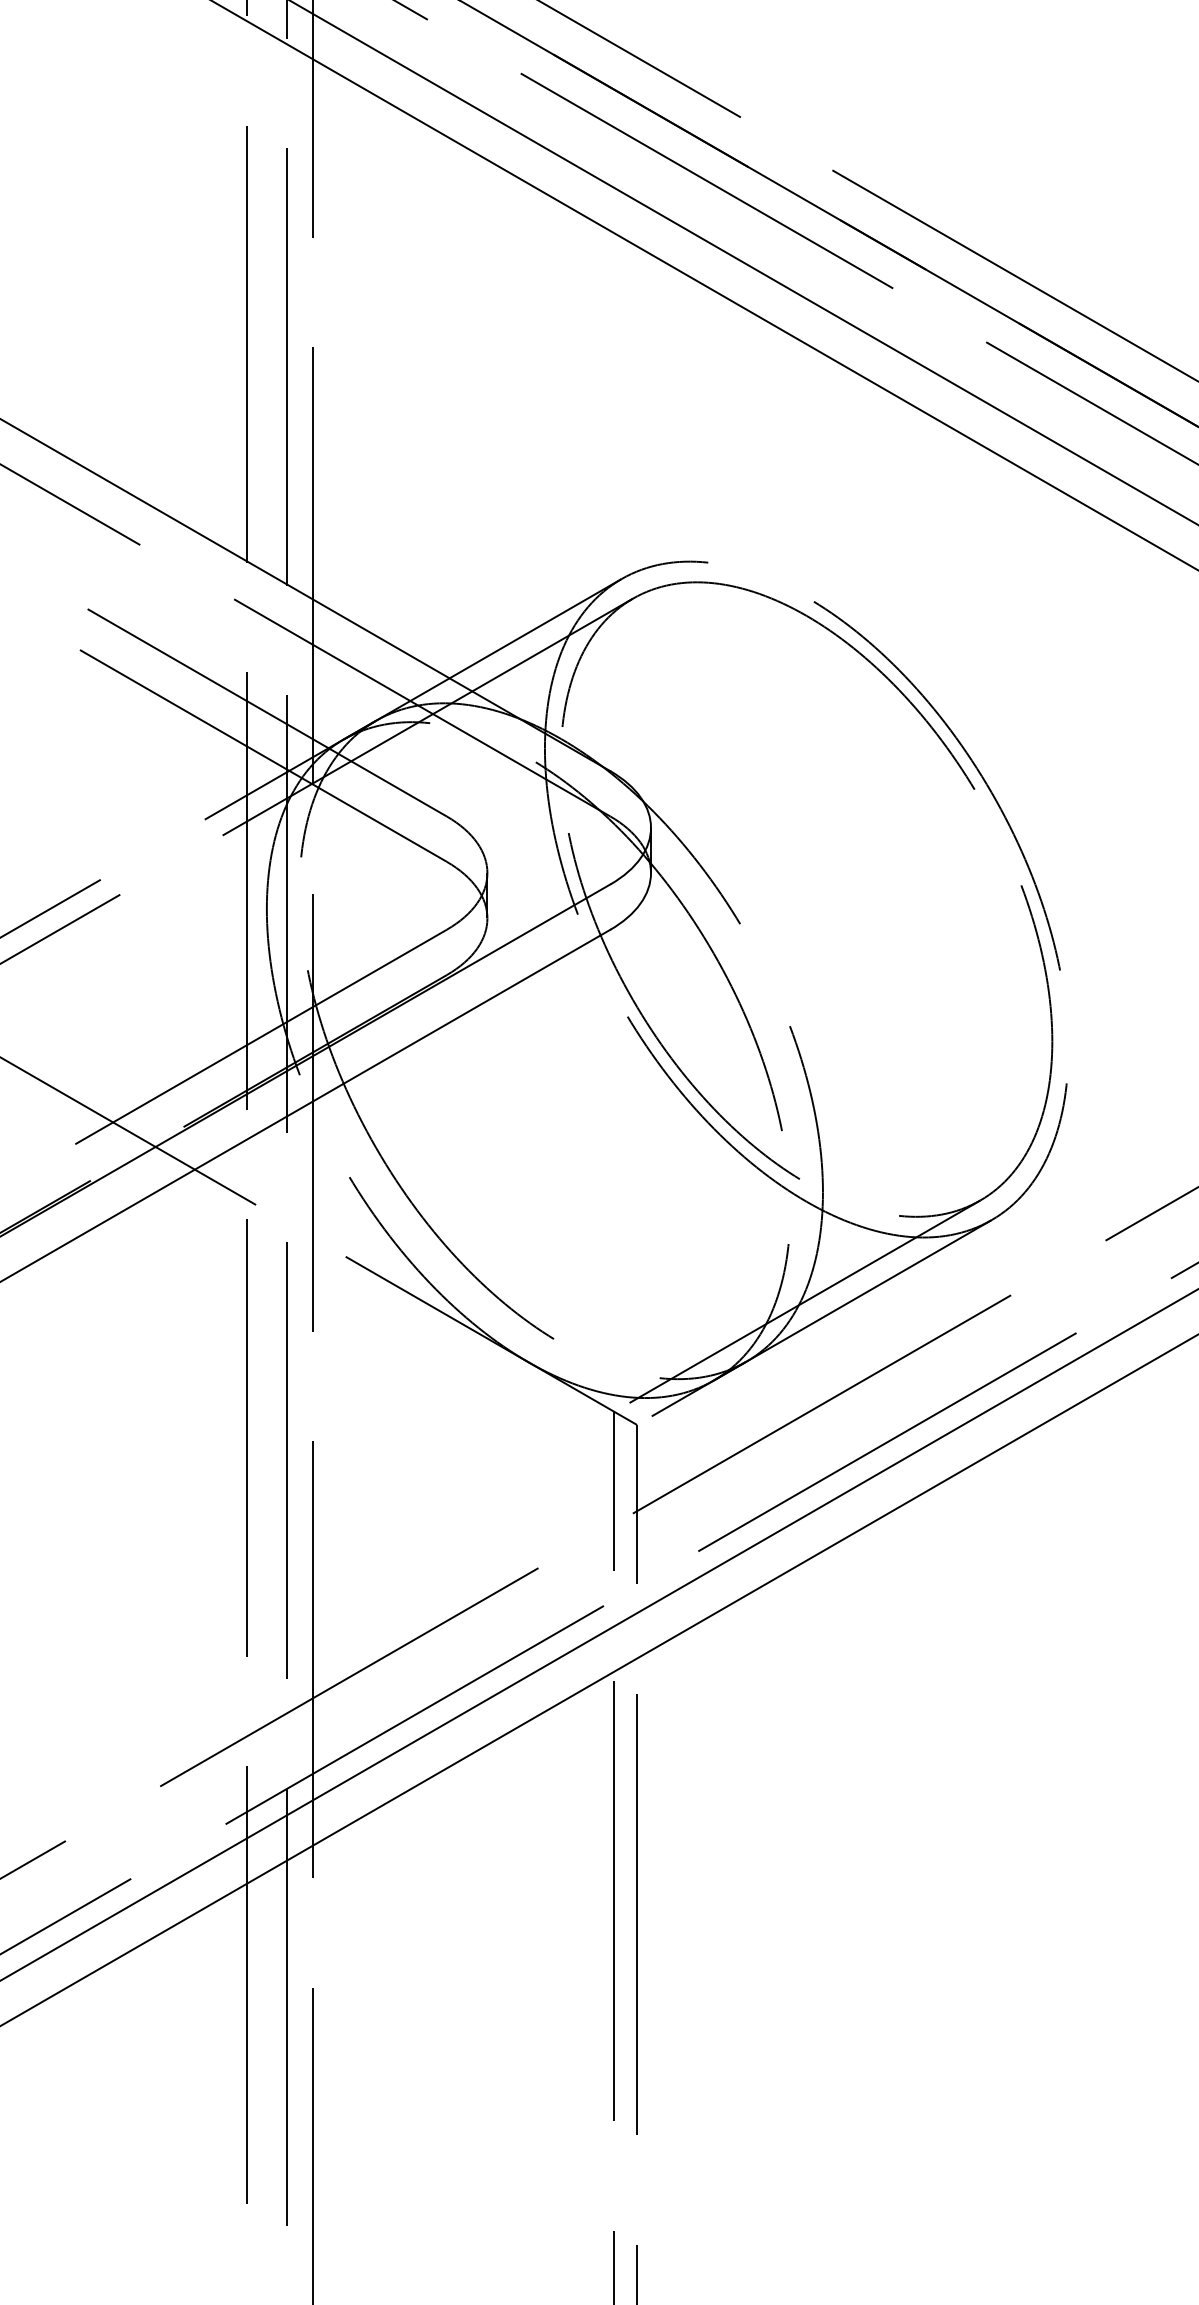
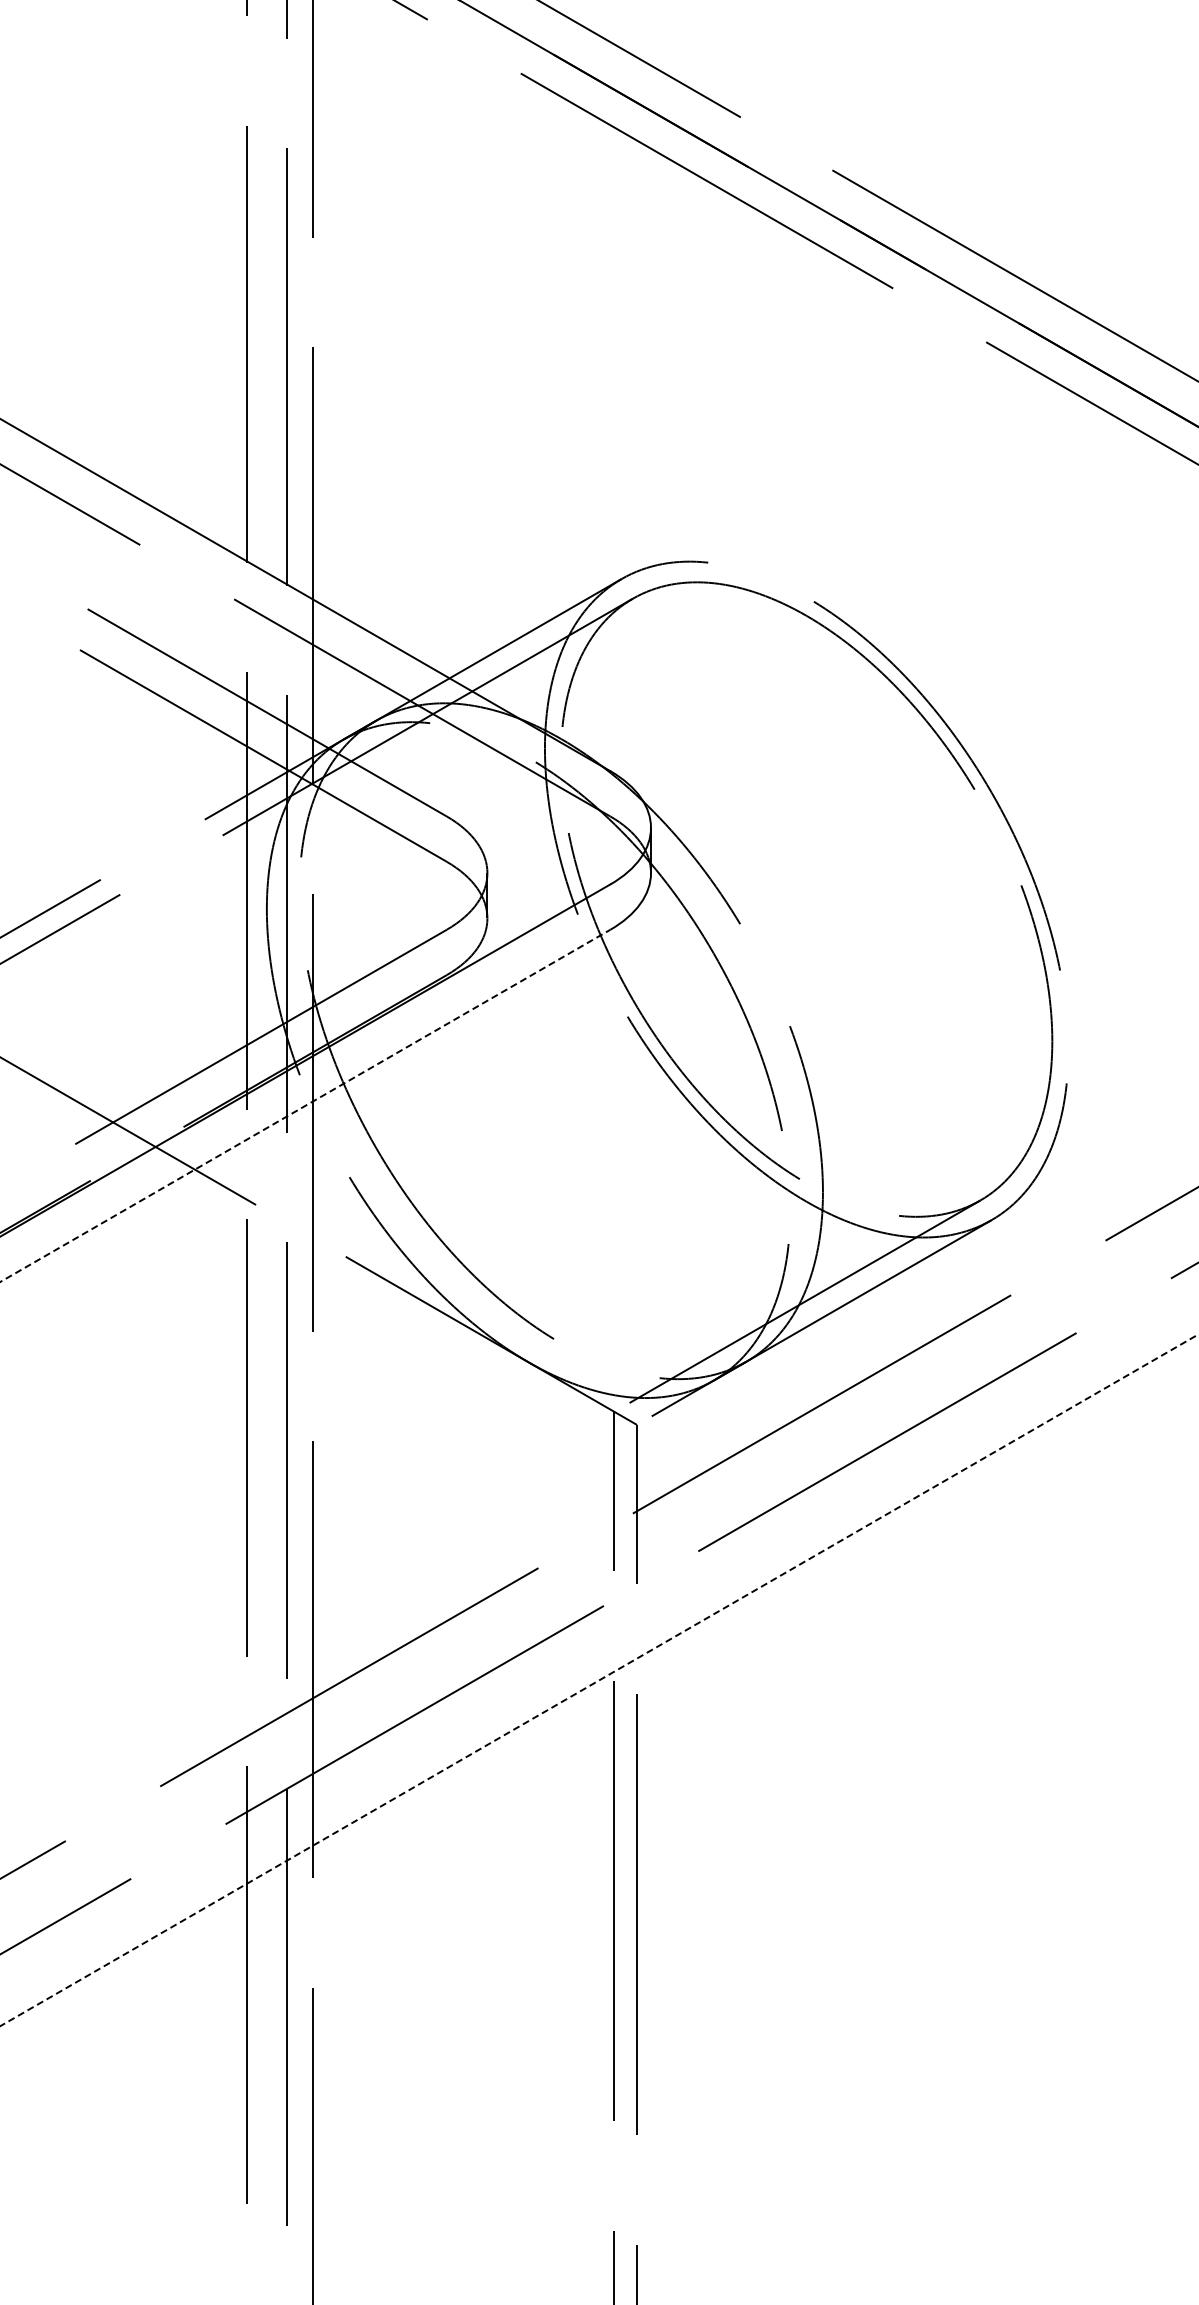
line at (743, 262): present -> none
line at (704, 285): present -> none
line at (305, 1105): solid -> dashed
line at (598, 1634): present -> none
line at (599, 1680): solid -> dashed
